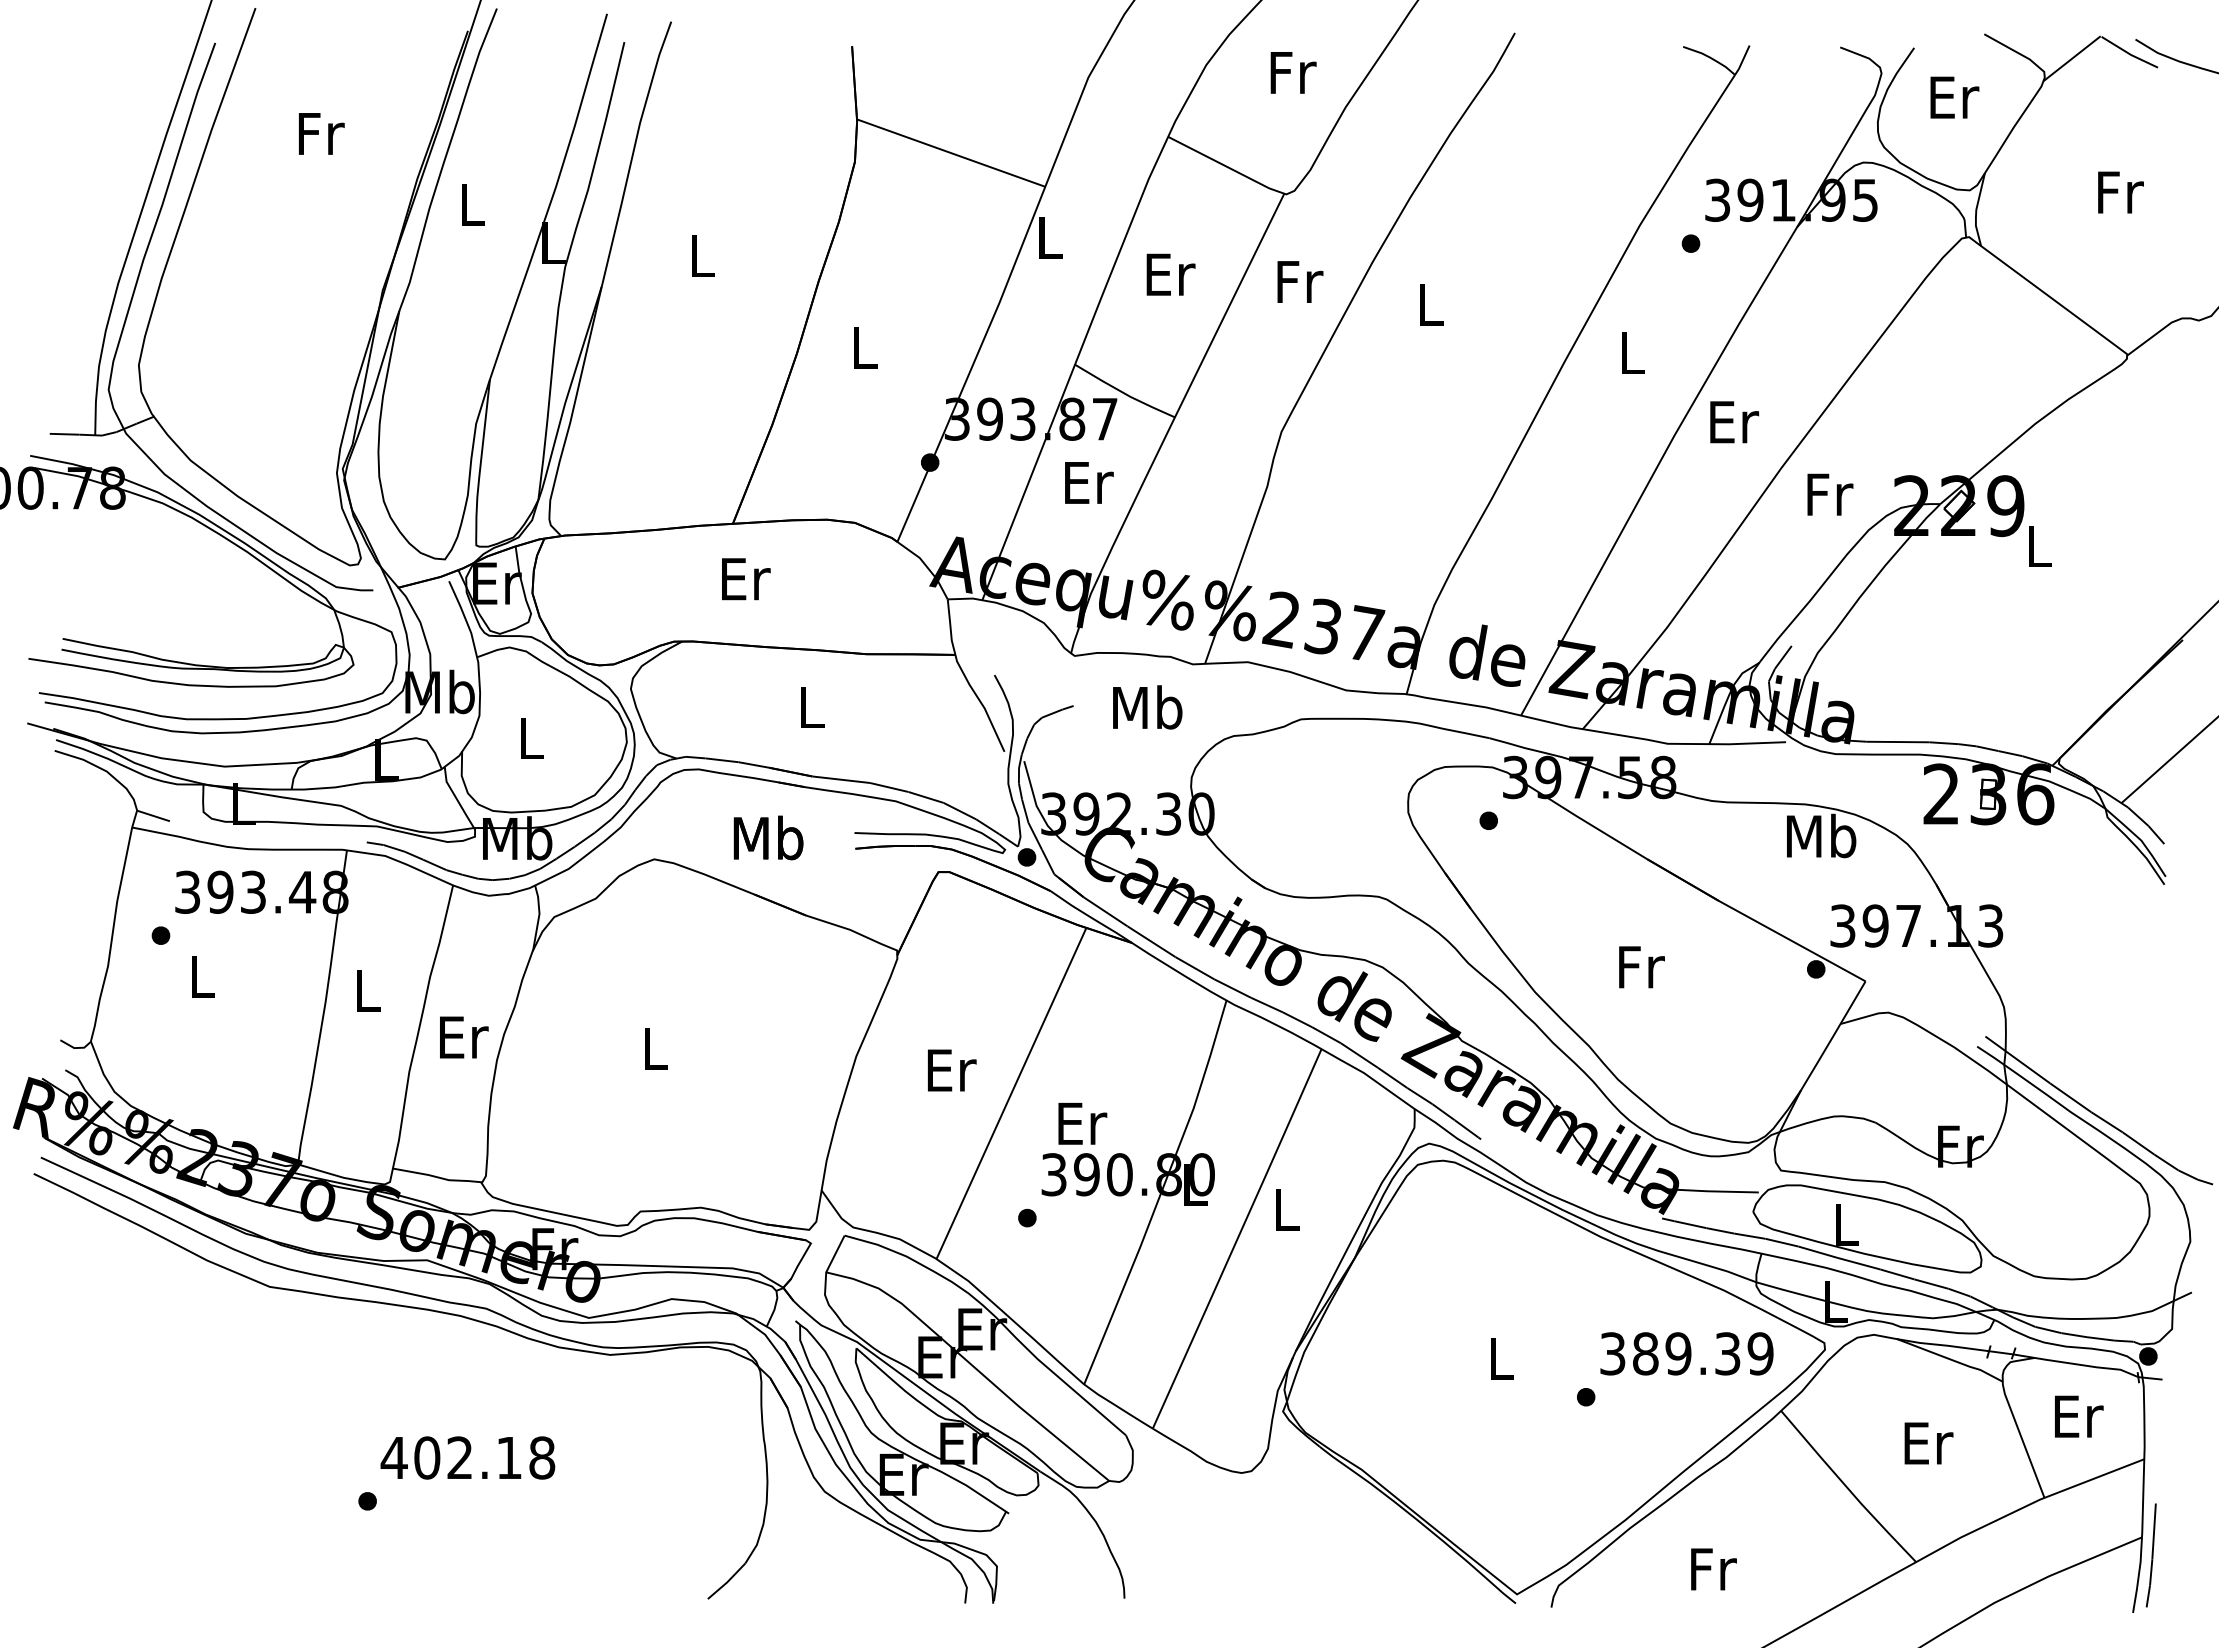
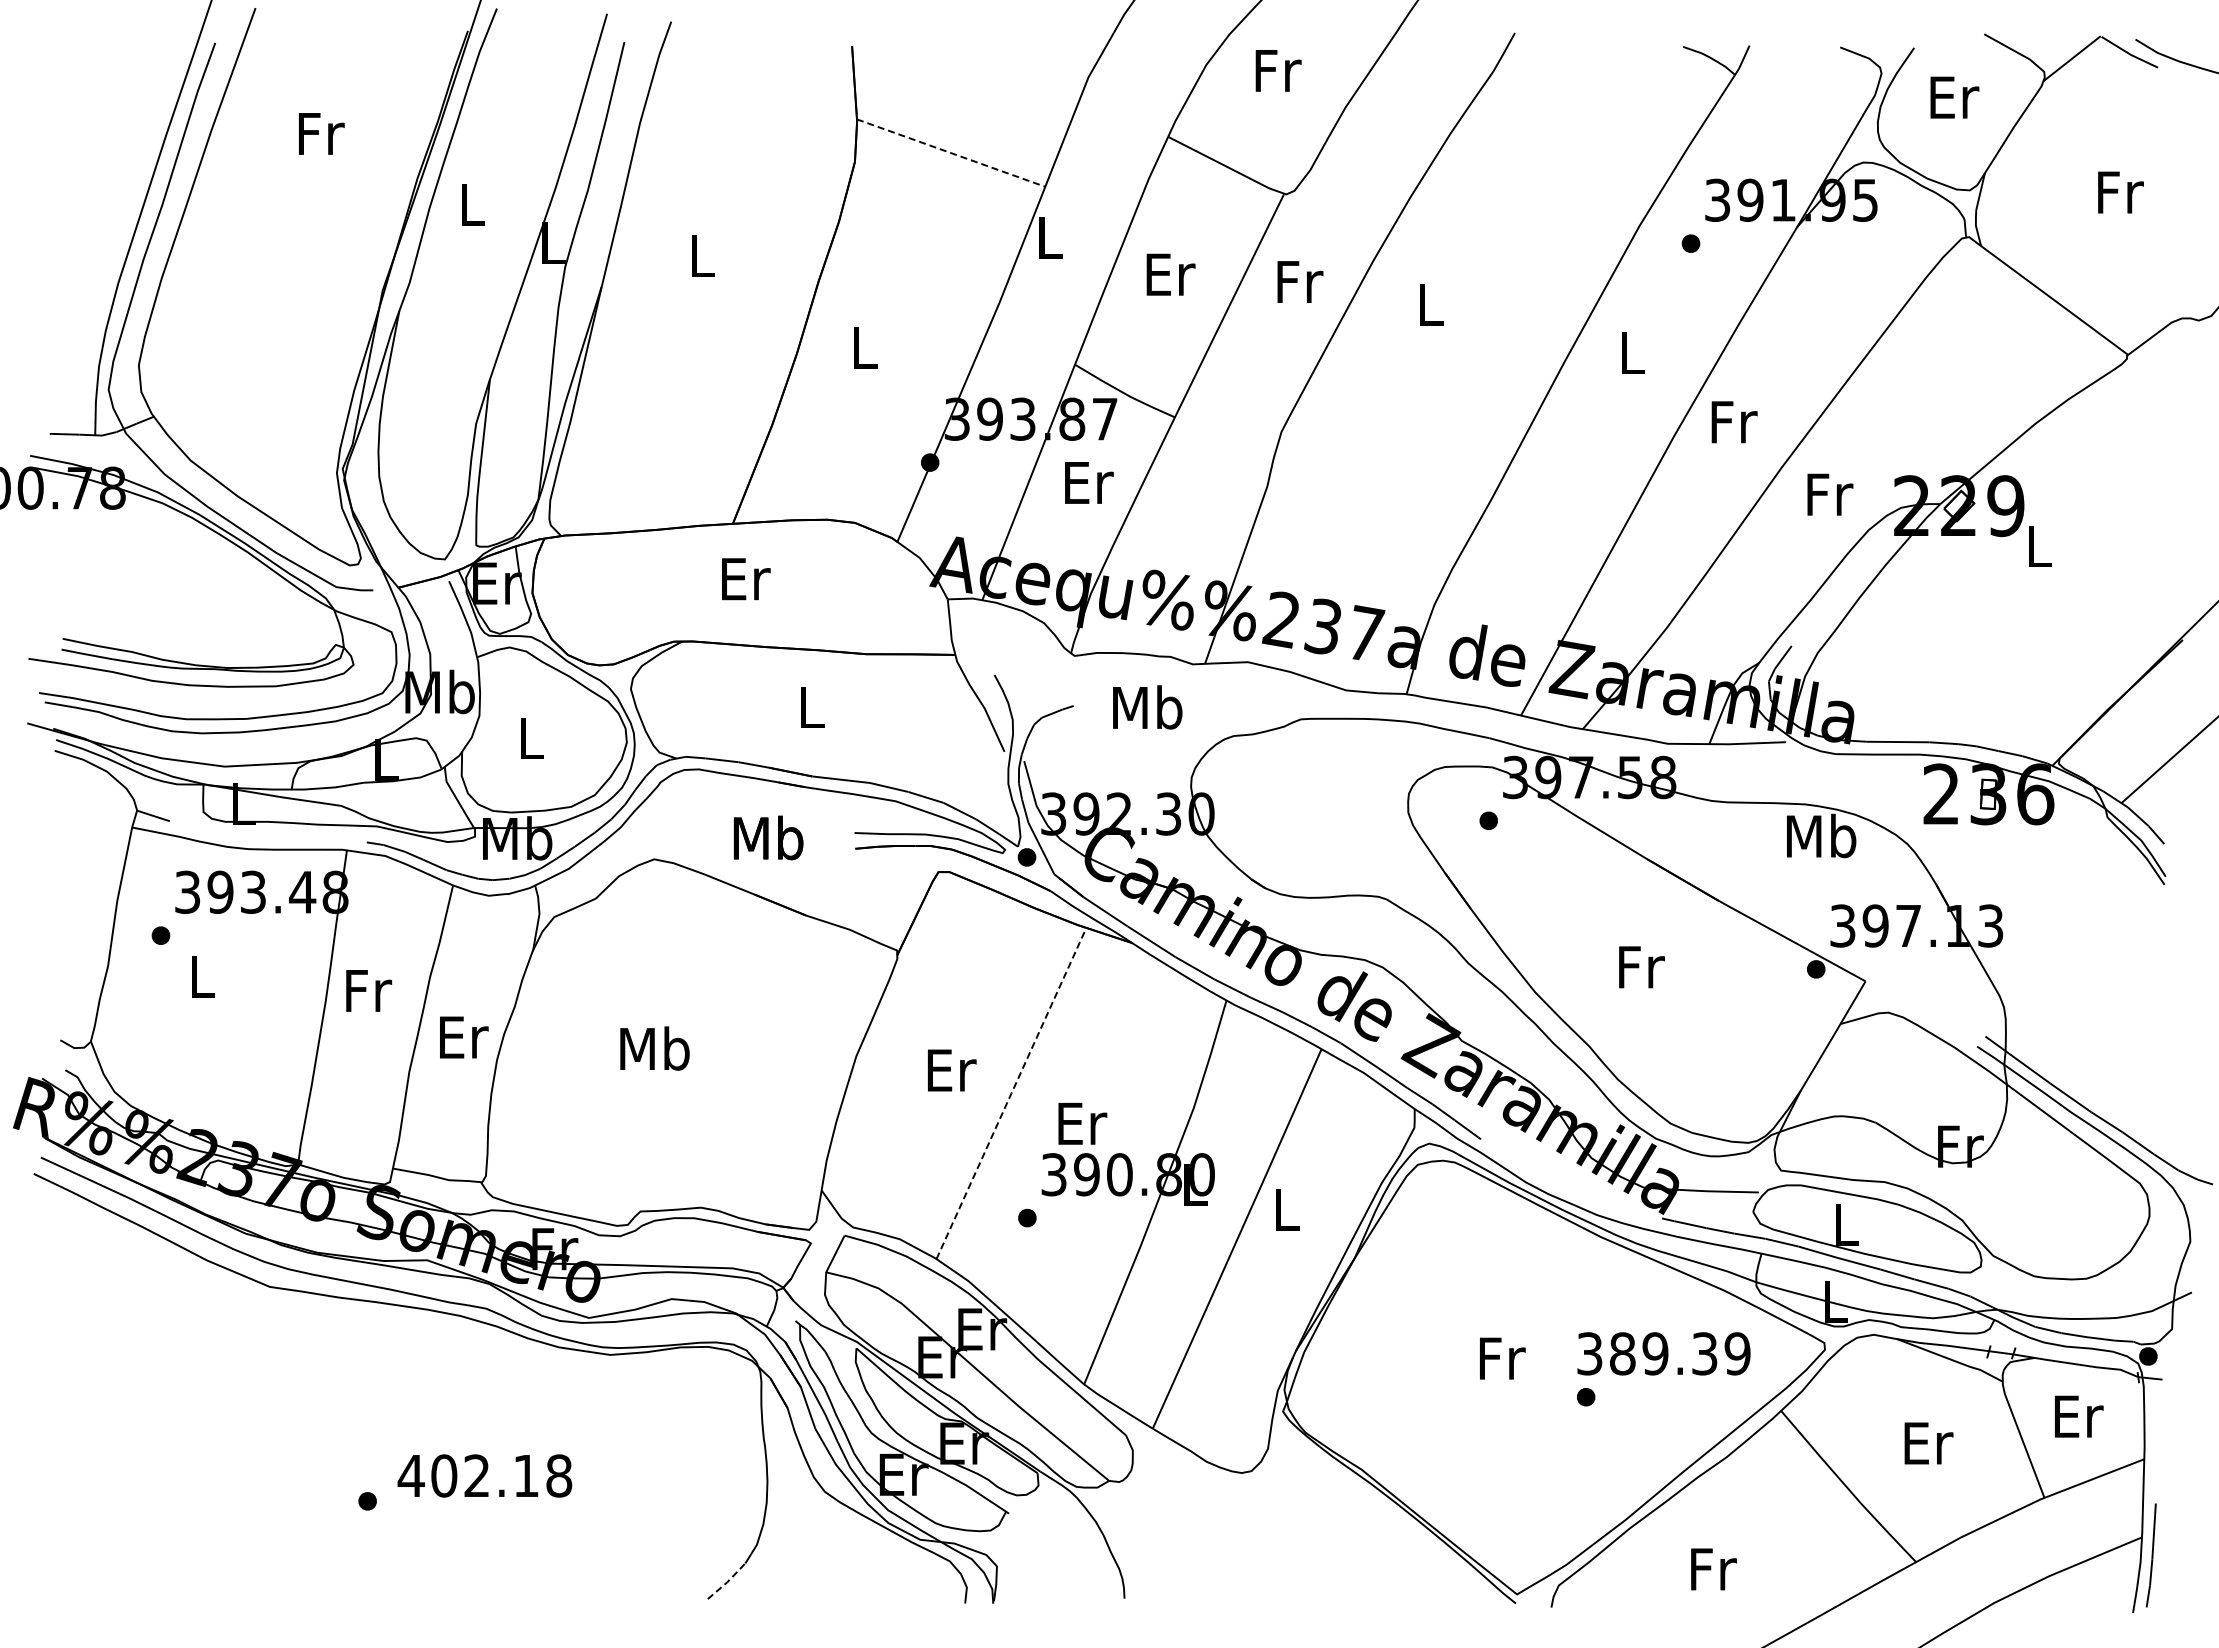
text at (1293, 72) position: (1293, 72) -> (1278, 70)
line at (951, 153): solid -> dashed
text at (1734, 422): Er -> Fr
text at (369, 990): L -> Fr
text at (654, 1048): L -> Mb
line at (1011, 1093): solid -> dashed
text at (1686, 1353) position: (1686, 1353) -> (1663, 1353)
text at (1502, 1358): L -> Fr
text at (467, 1457) position: (467, 1457) -> (484, 1475)
line at (727, 1582): solid -> dashed
